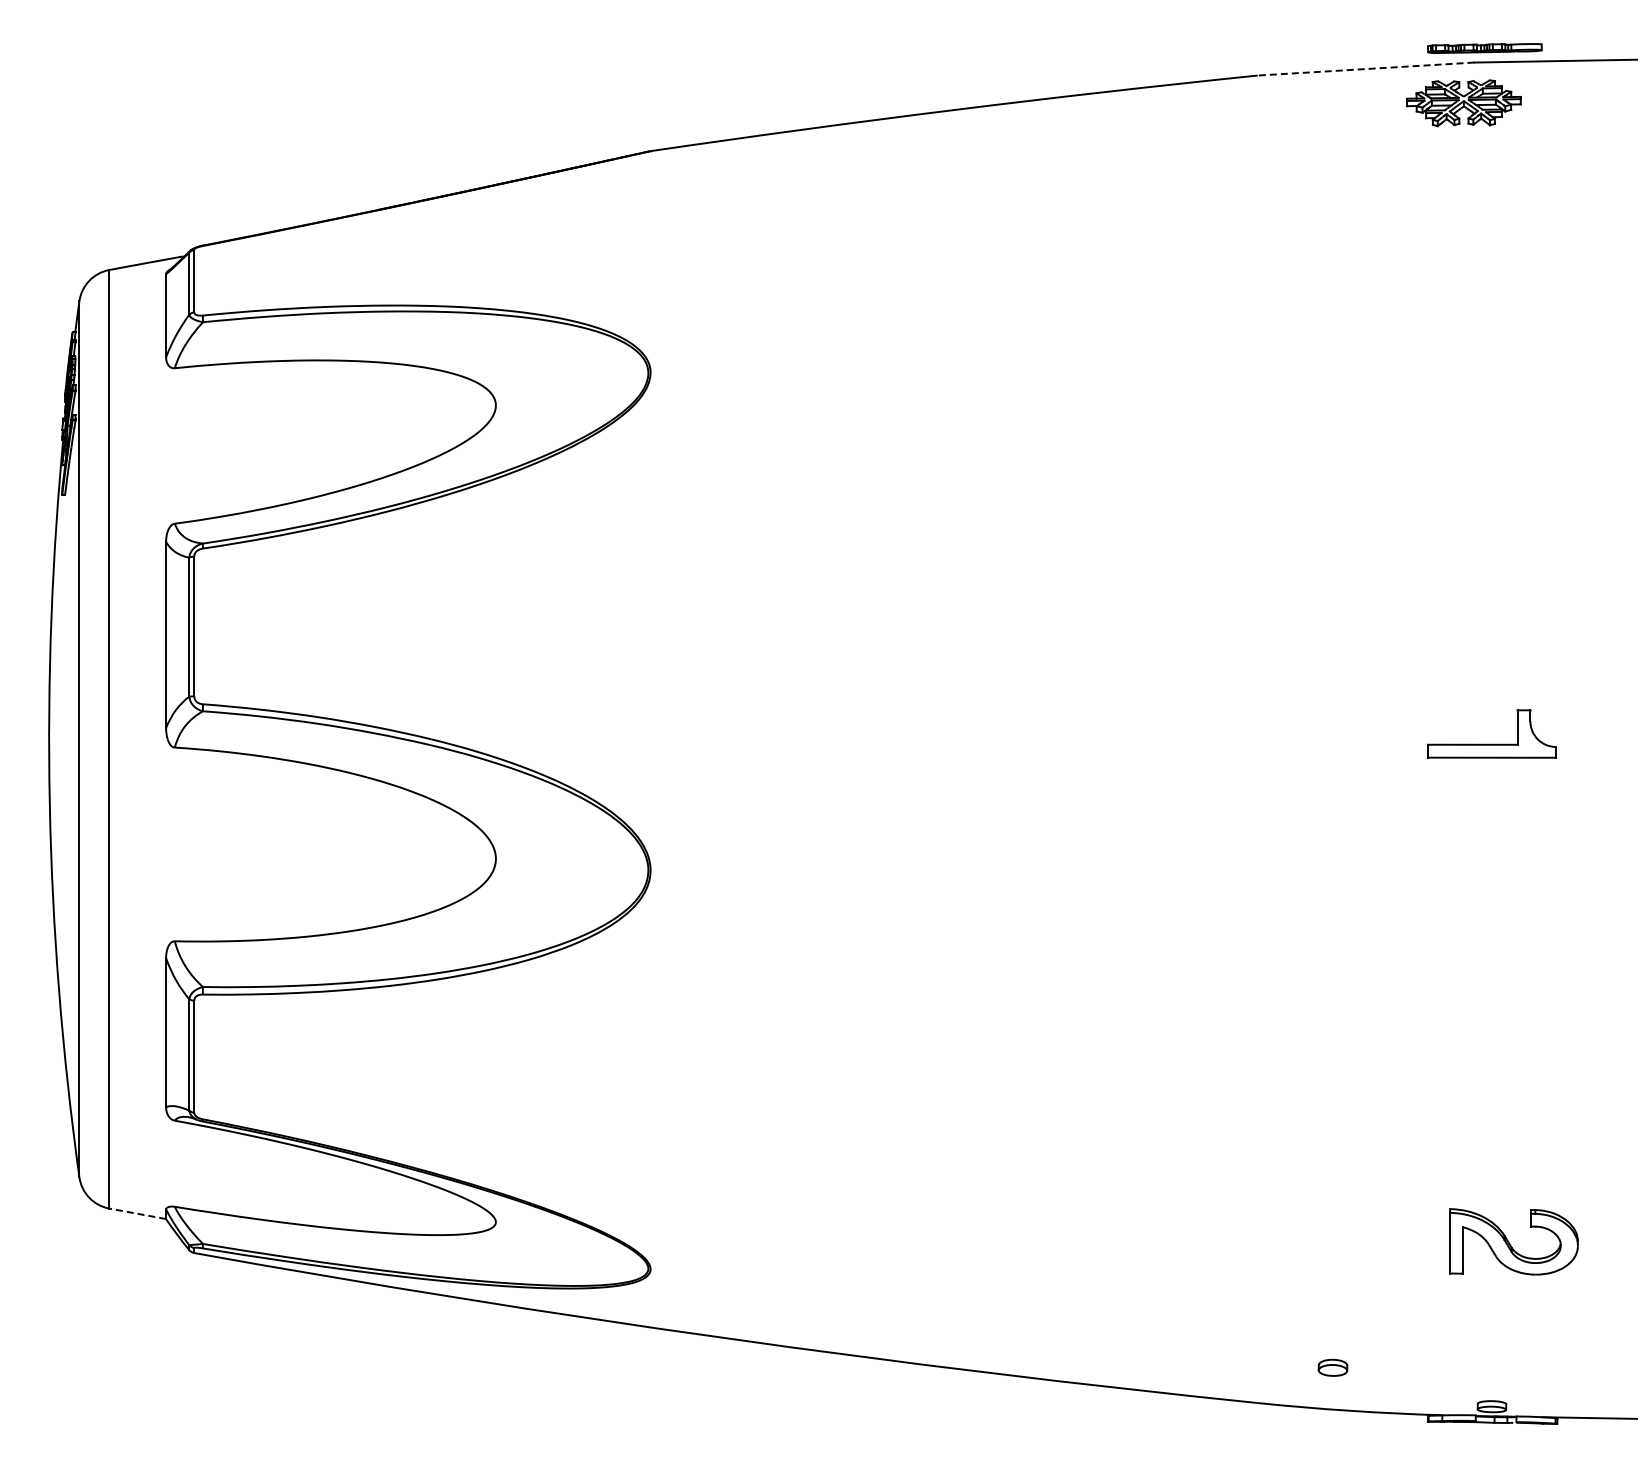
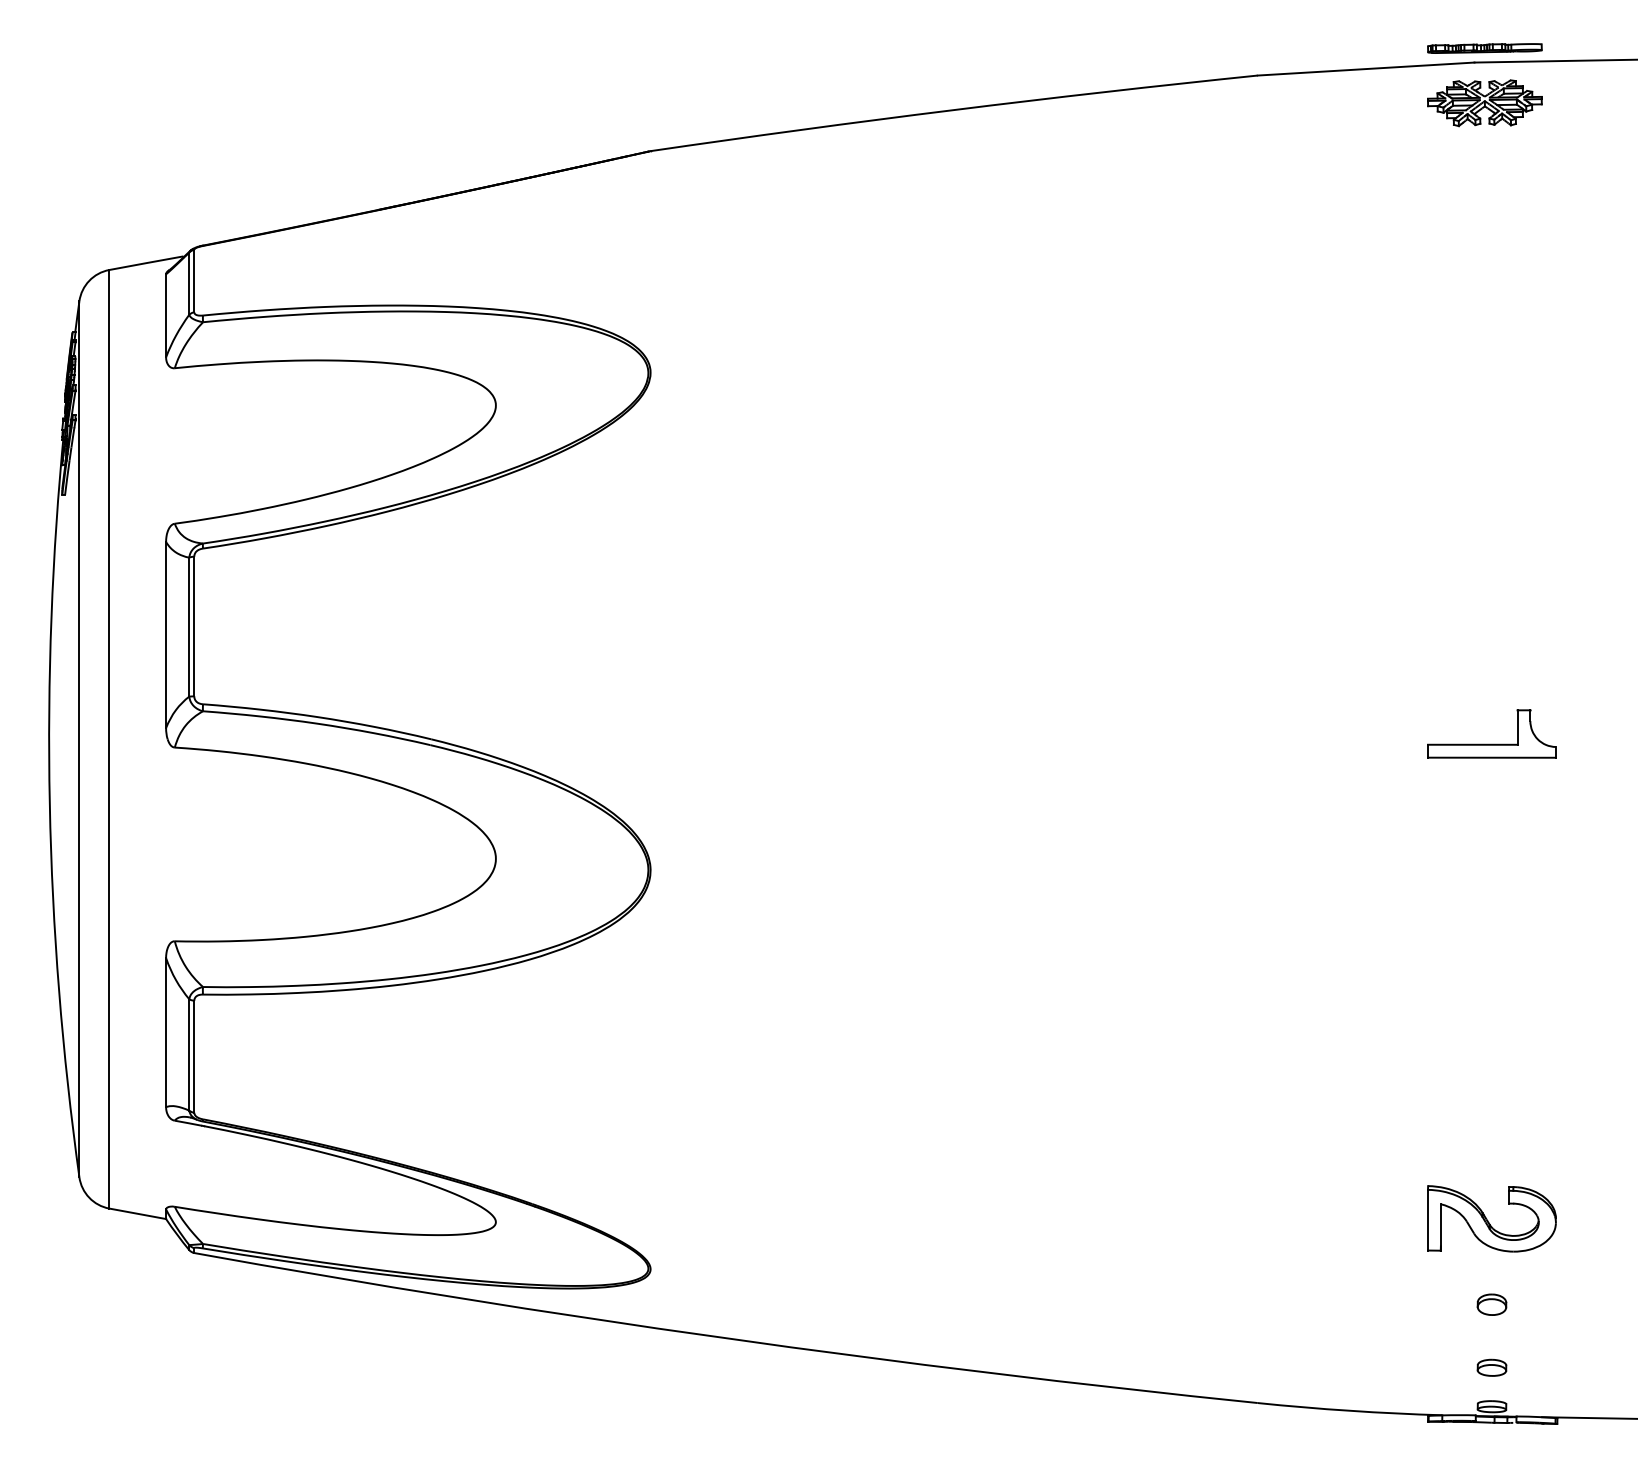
line at (1366, 69): dashed -> solid
part at (1463, 103) position: (1463, 103) -> (1484, 103)
line at (137, 1213): dashed -> solid
part at (1513, 1241) position: (1513, 1241) -> (1491, 1218)
part at (1491, 1304): none -> present
part at (1332, 1367) position: (1332, 1367) -> (1491, 1367)
